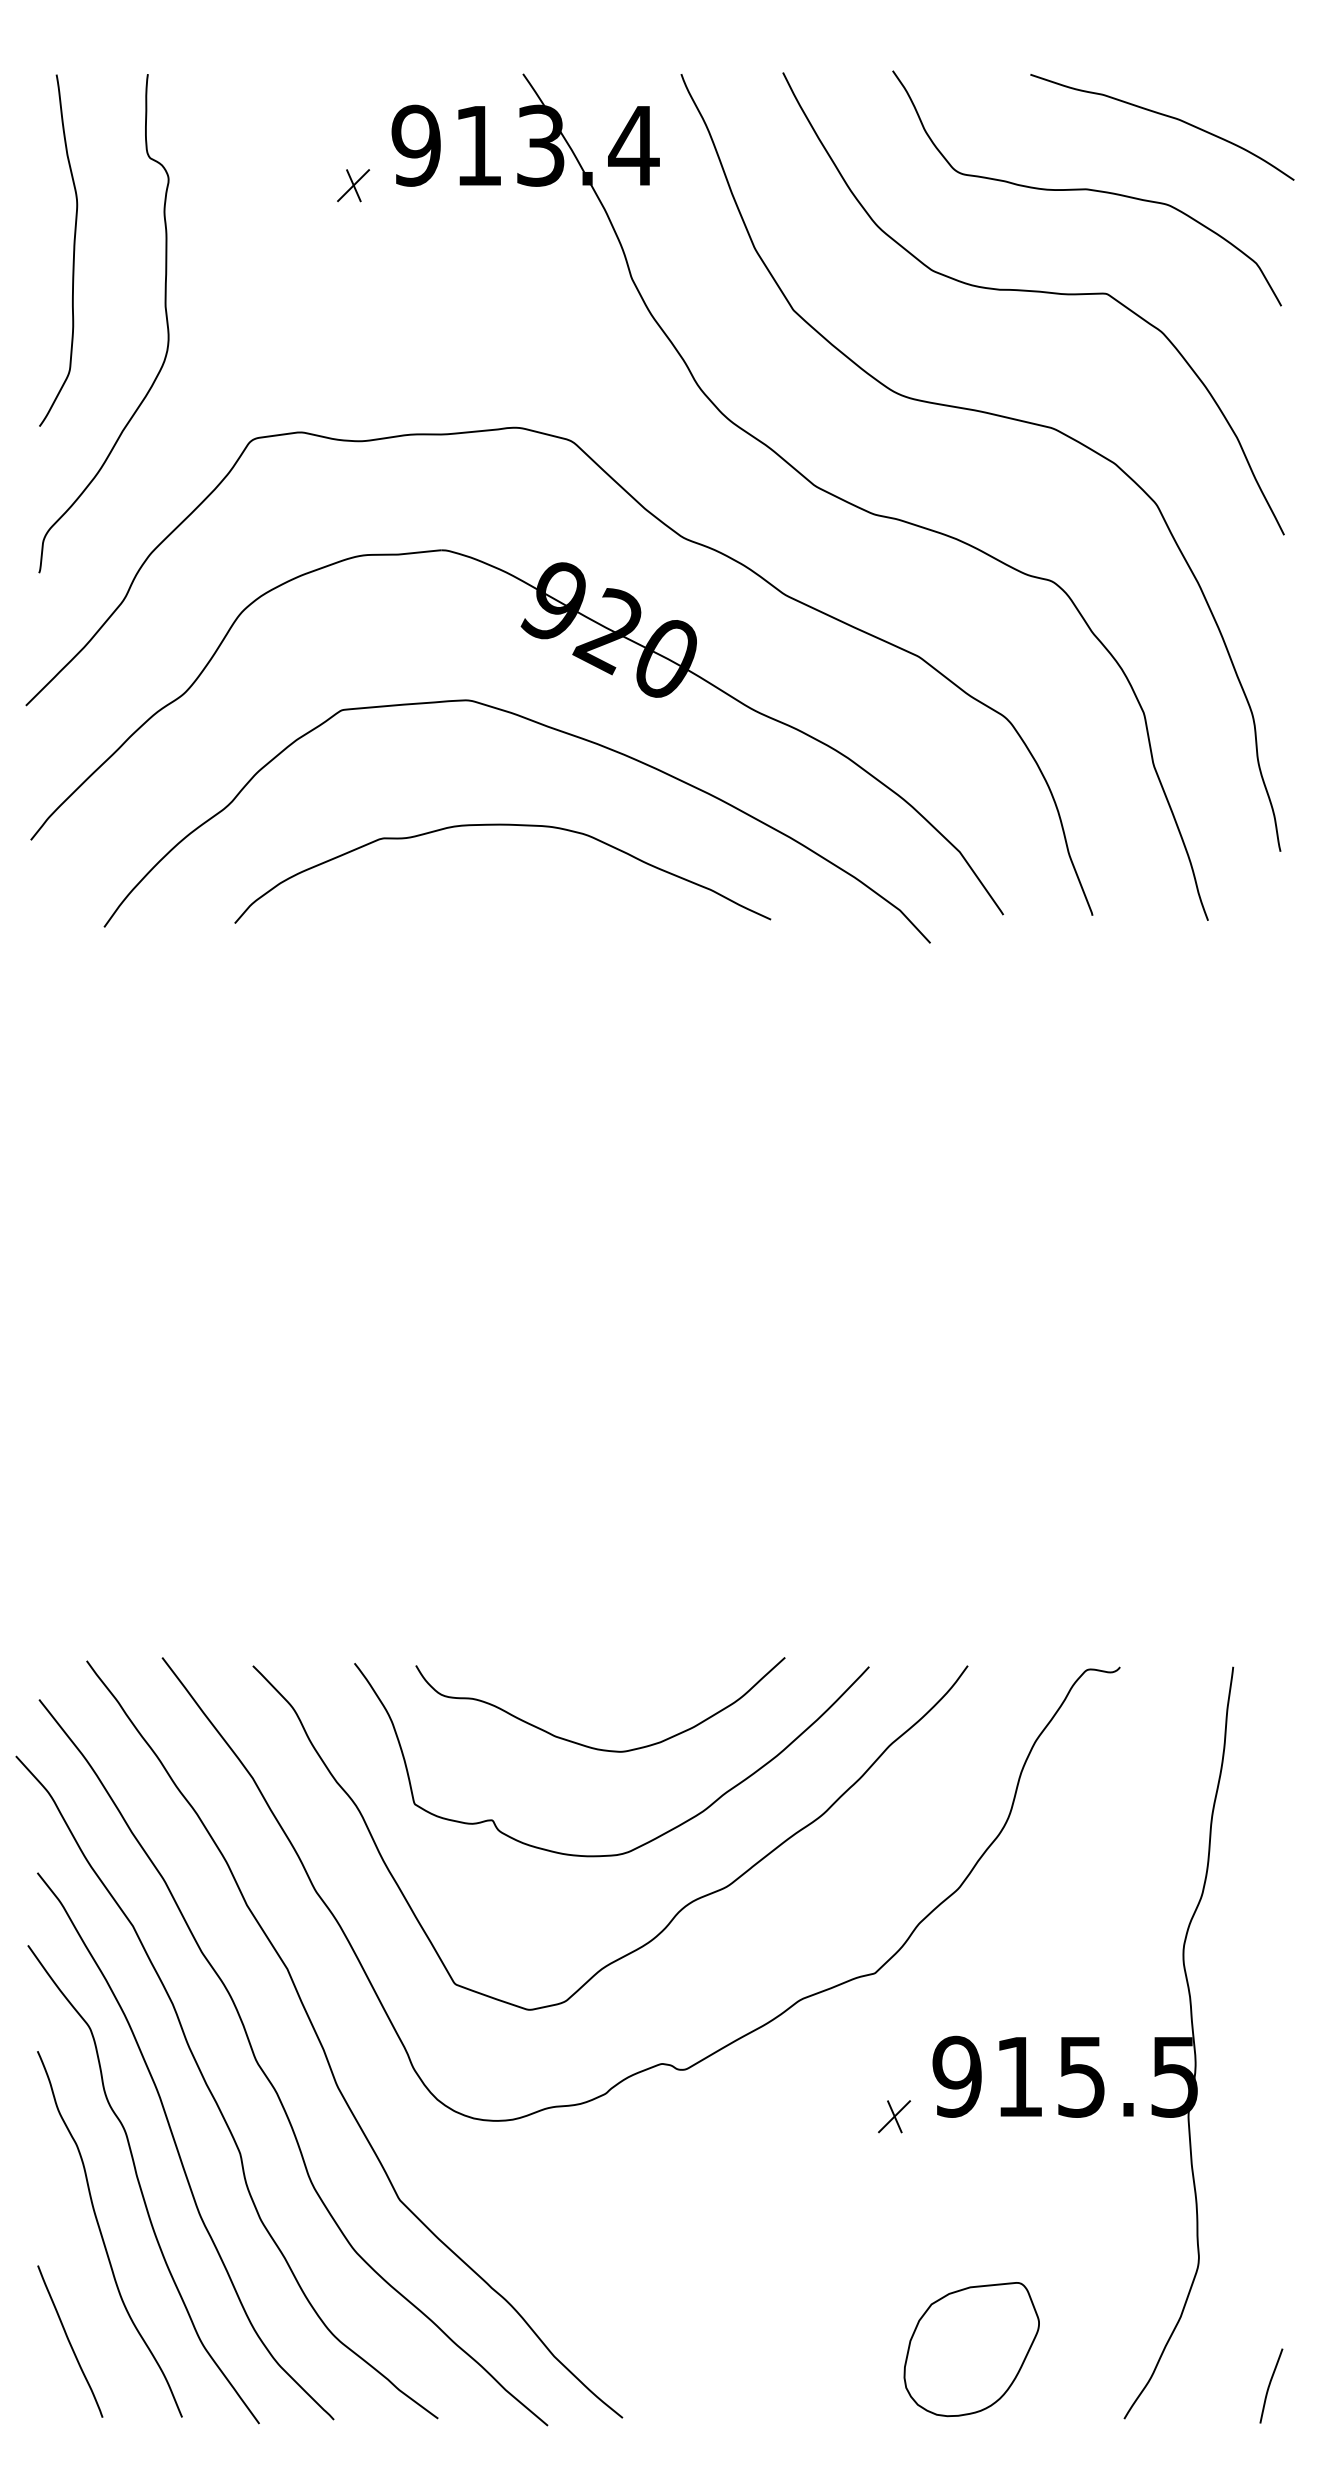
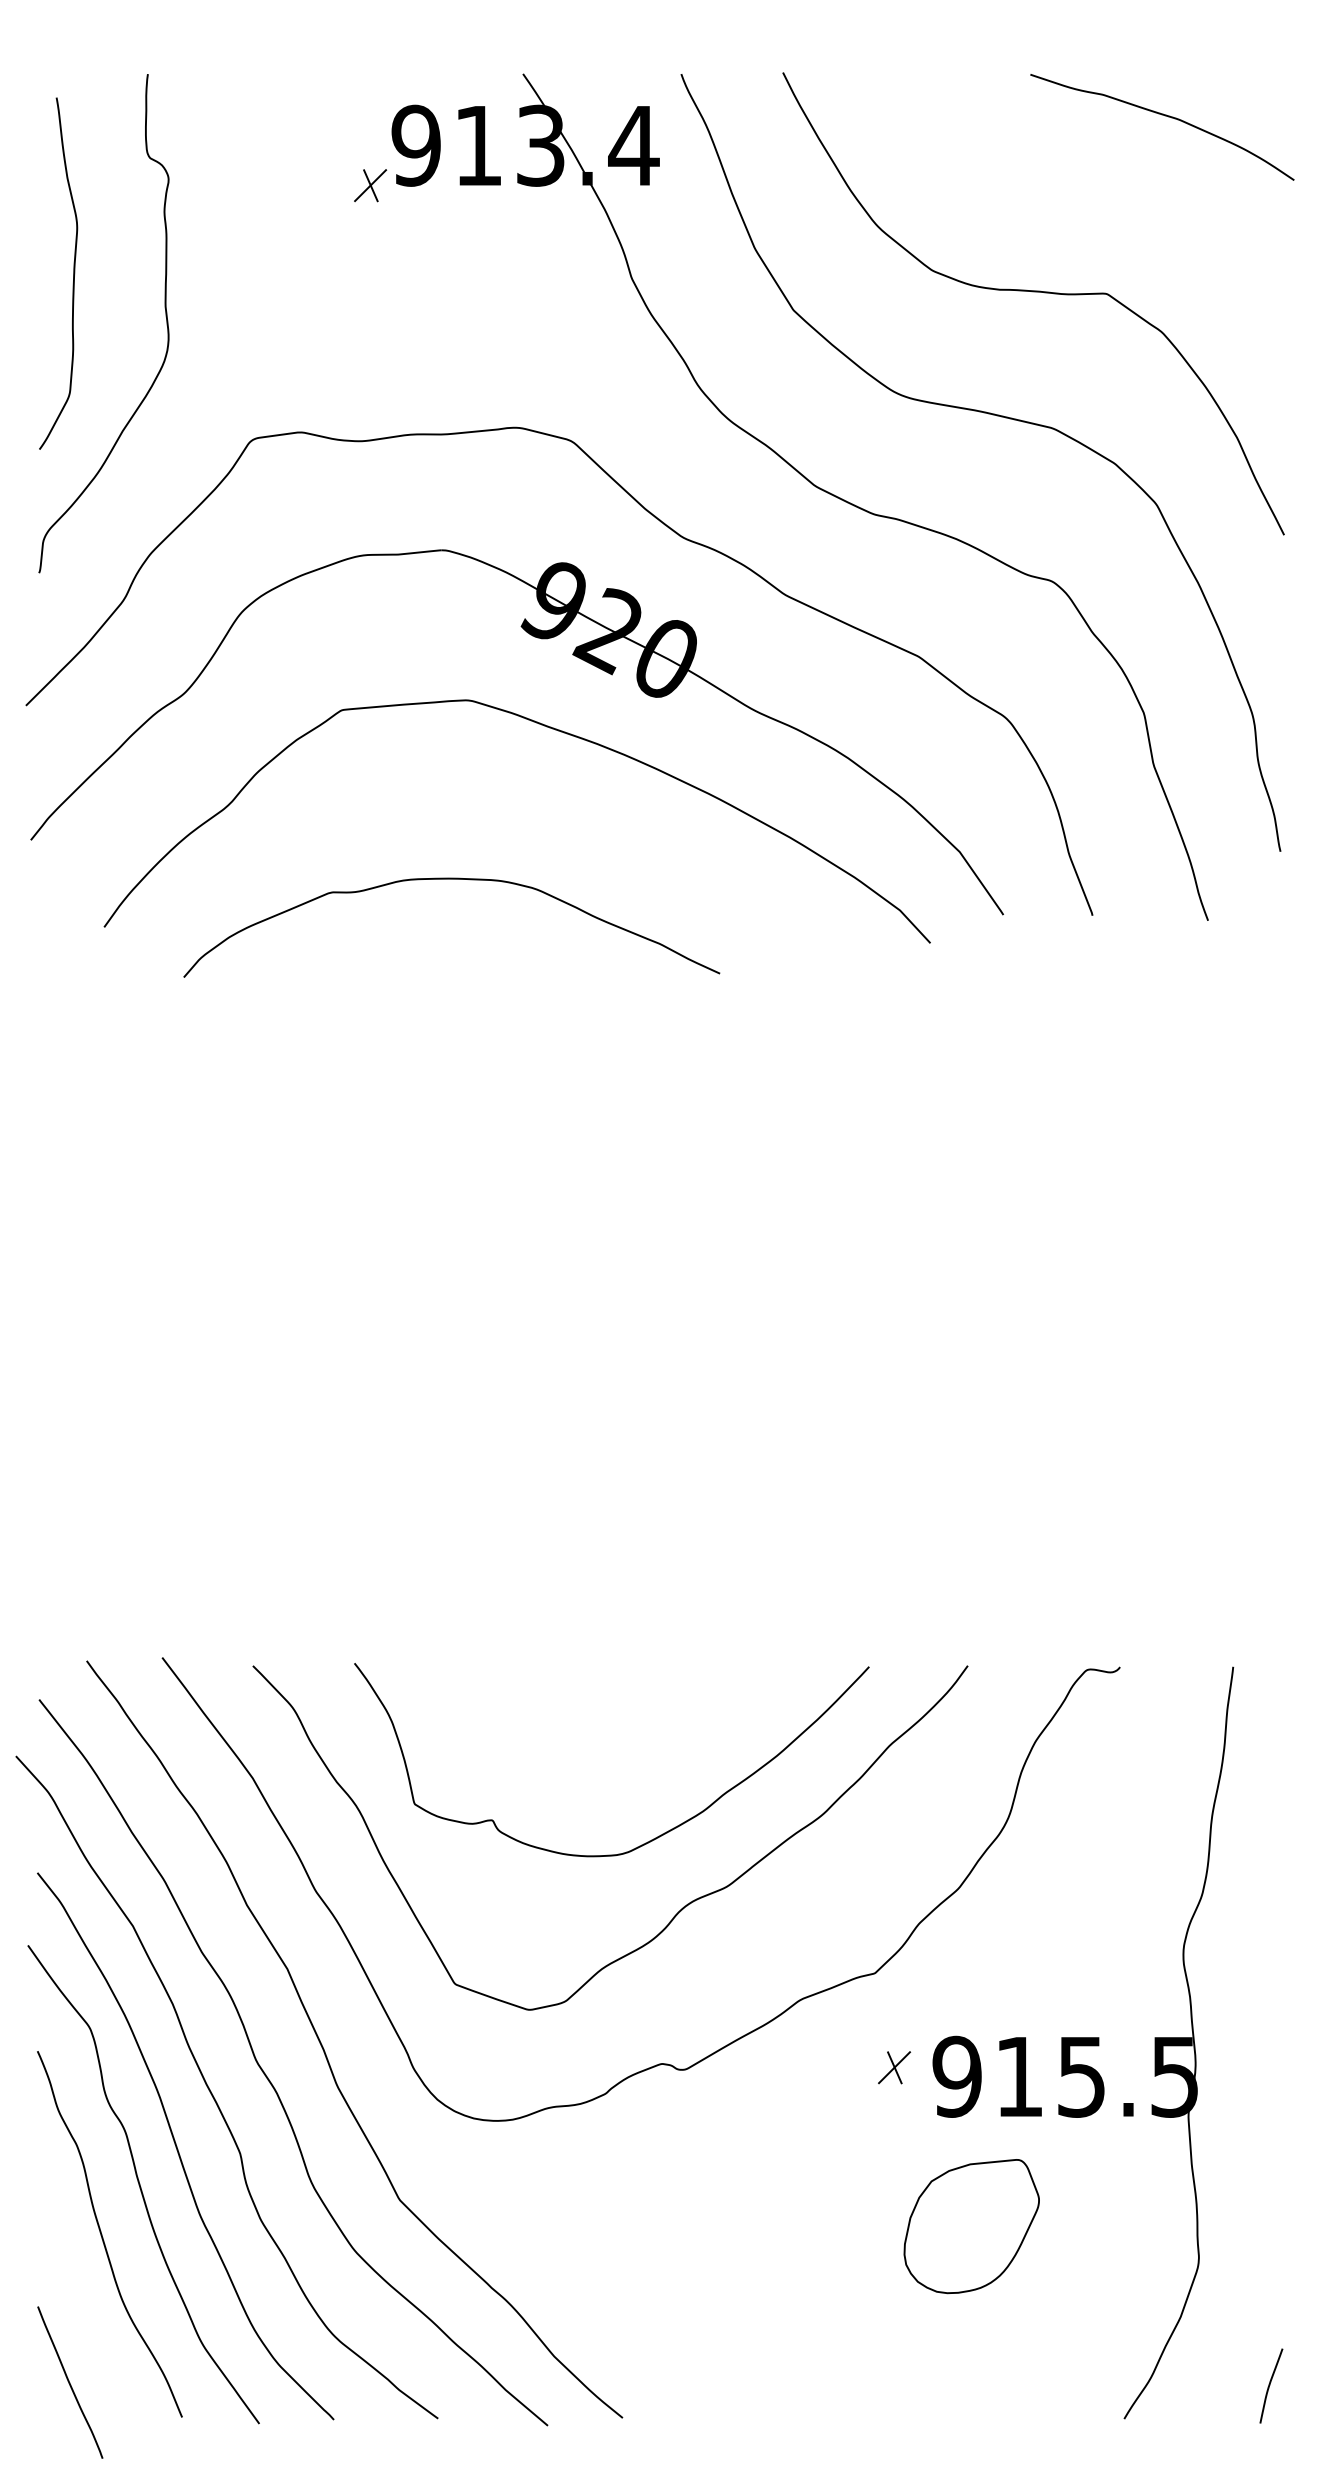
part at (353, 185) position: (353, 185) -> (370, 185)
curve at (1086, 188): present -> none
curve at (73, 250) position: (73, 250) -> (73, 273)
curve at (502, 825) position: (502, 825) -> (451, 879)
curve at (587, 1745): present -> none
part at (894, 2116) position: (894, 2116) -> (894, 2067)
curve at (70, 2341) position: (70, 2341) -> (70, 2382)
part at (971, 2349) position: (971, 2349) -> (971, 2226)
